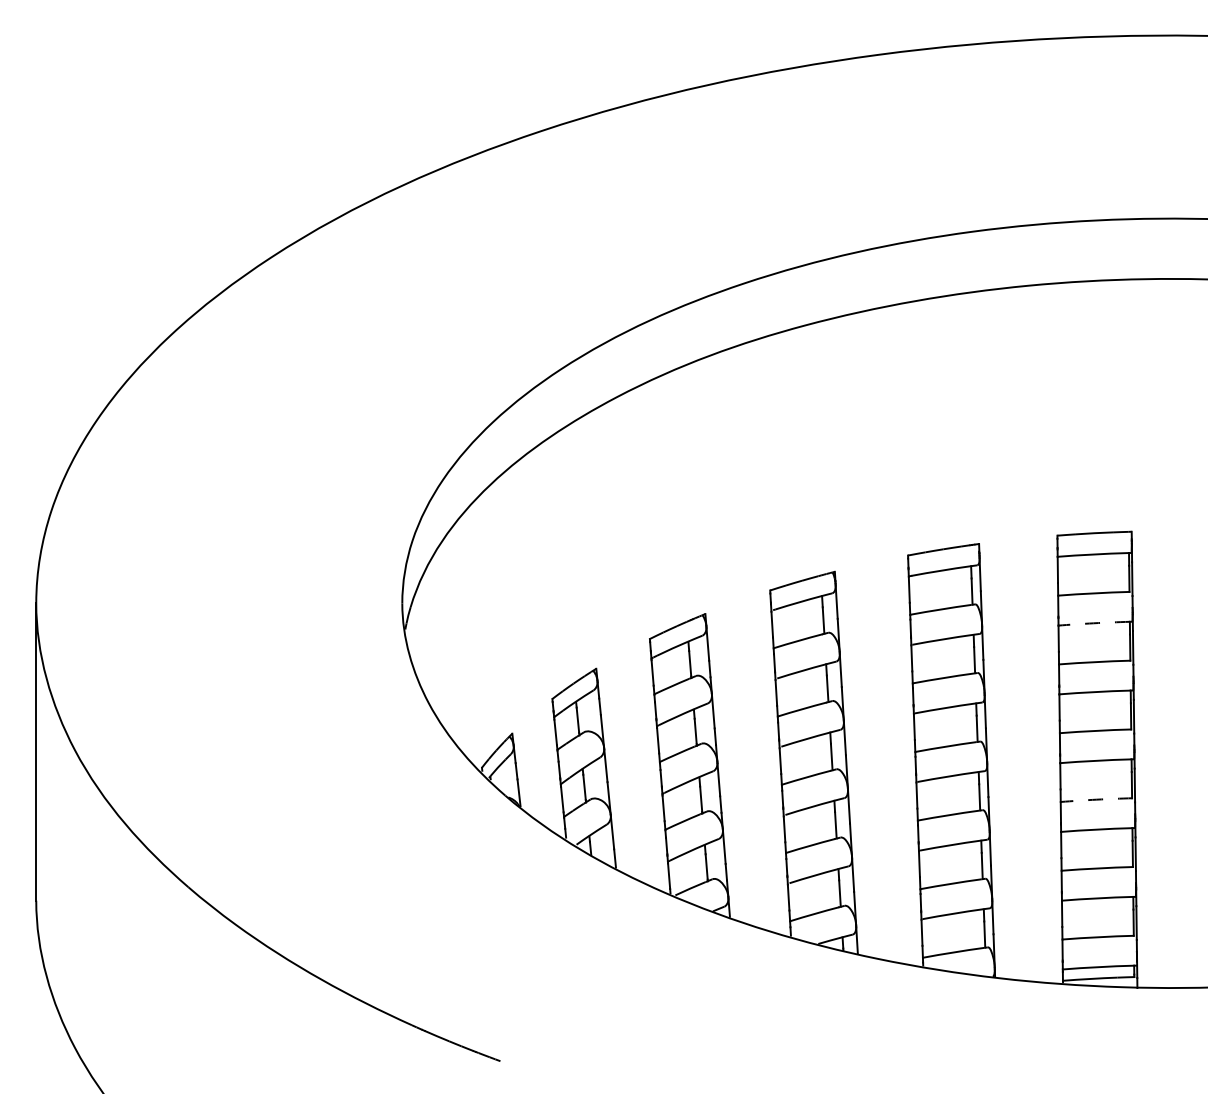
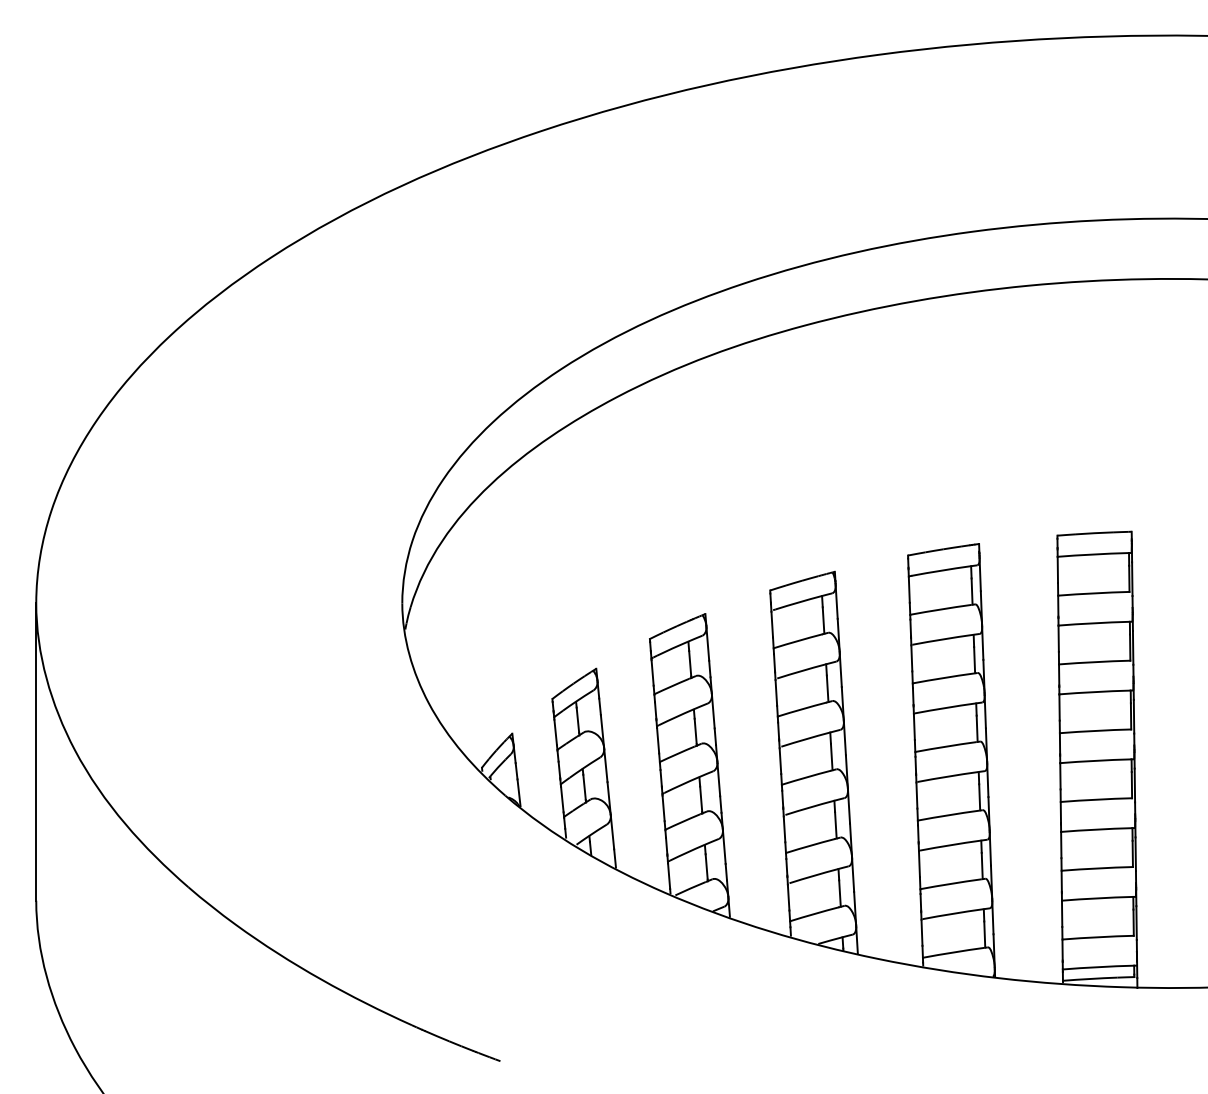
arc at (1093, 623): dashed -> solid
arc at (1096, 799): dashed -> solid
